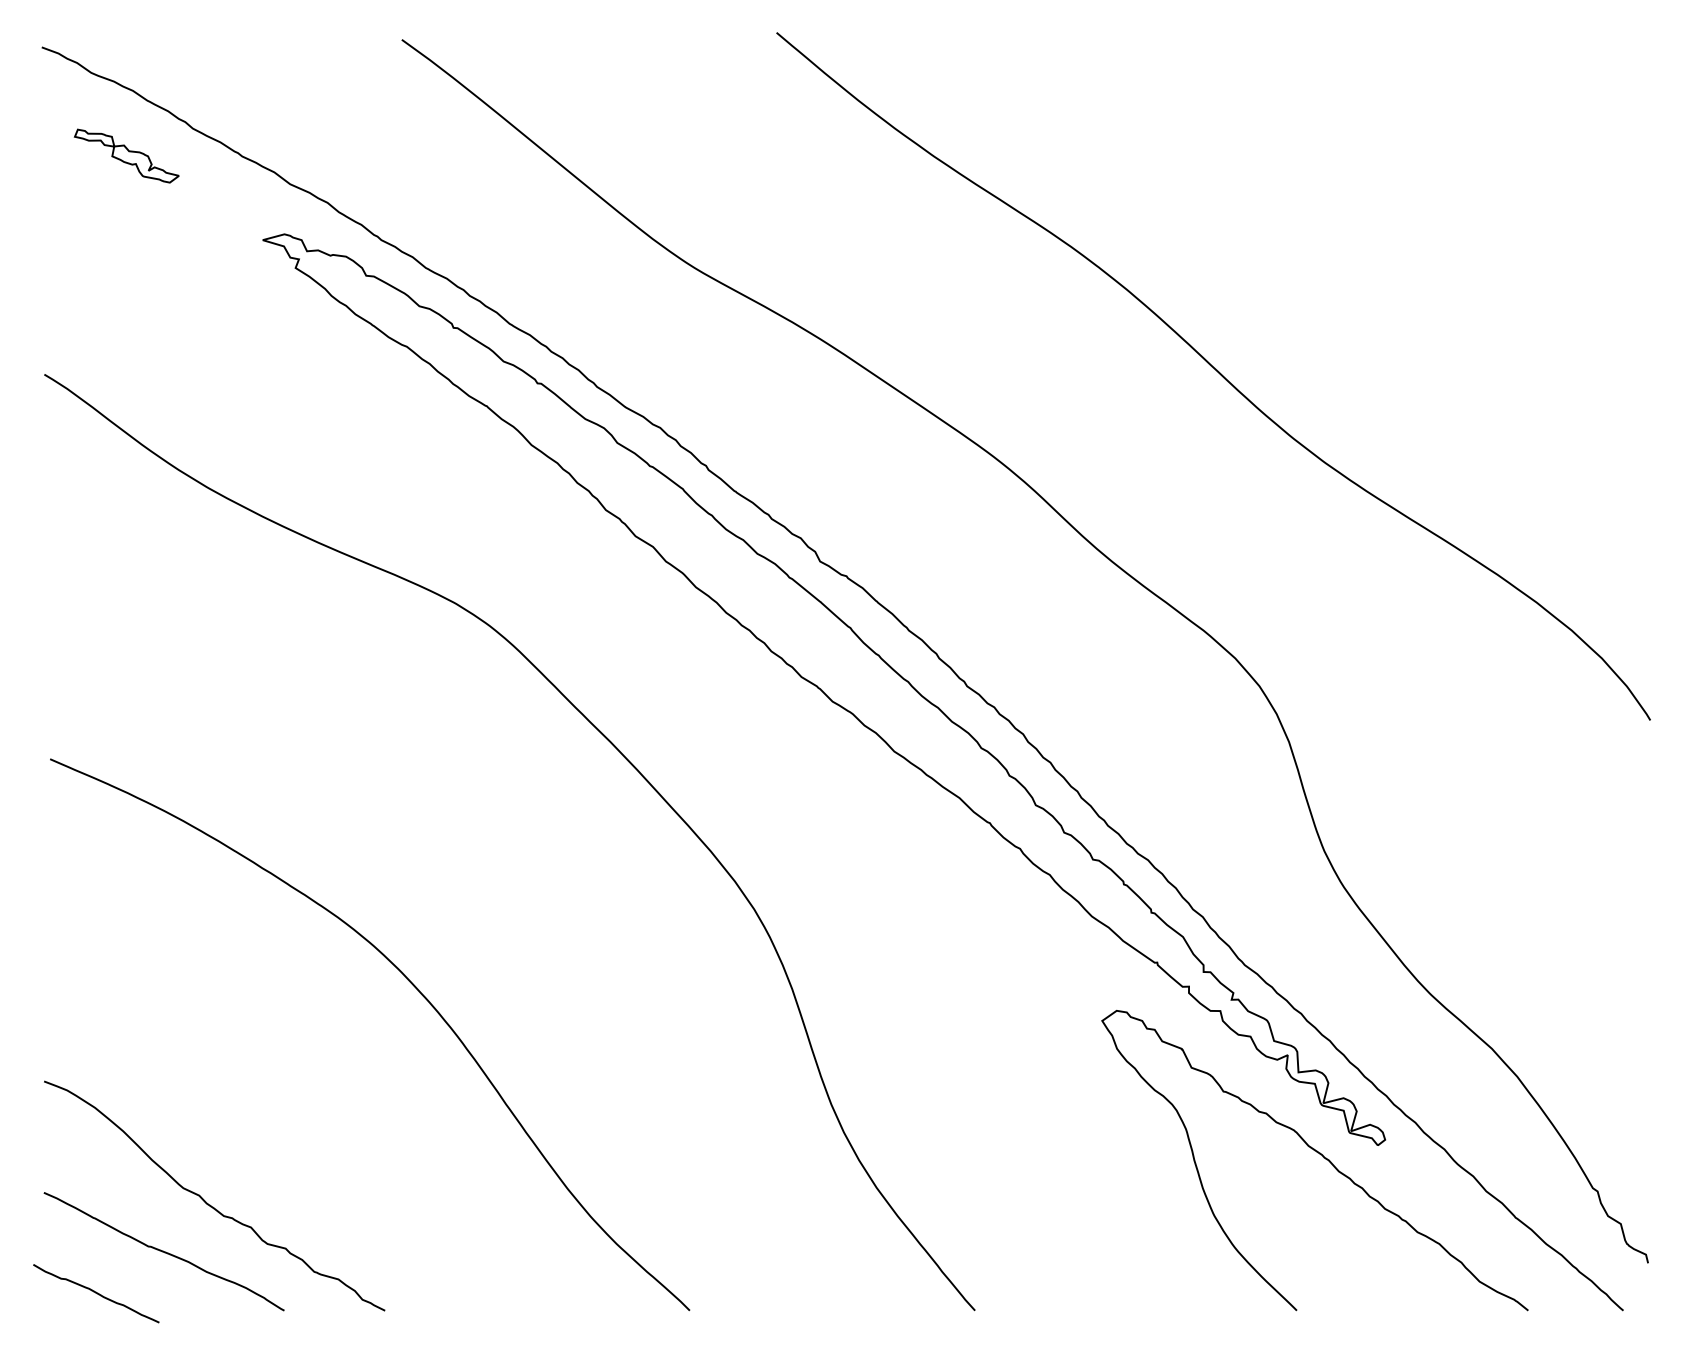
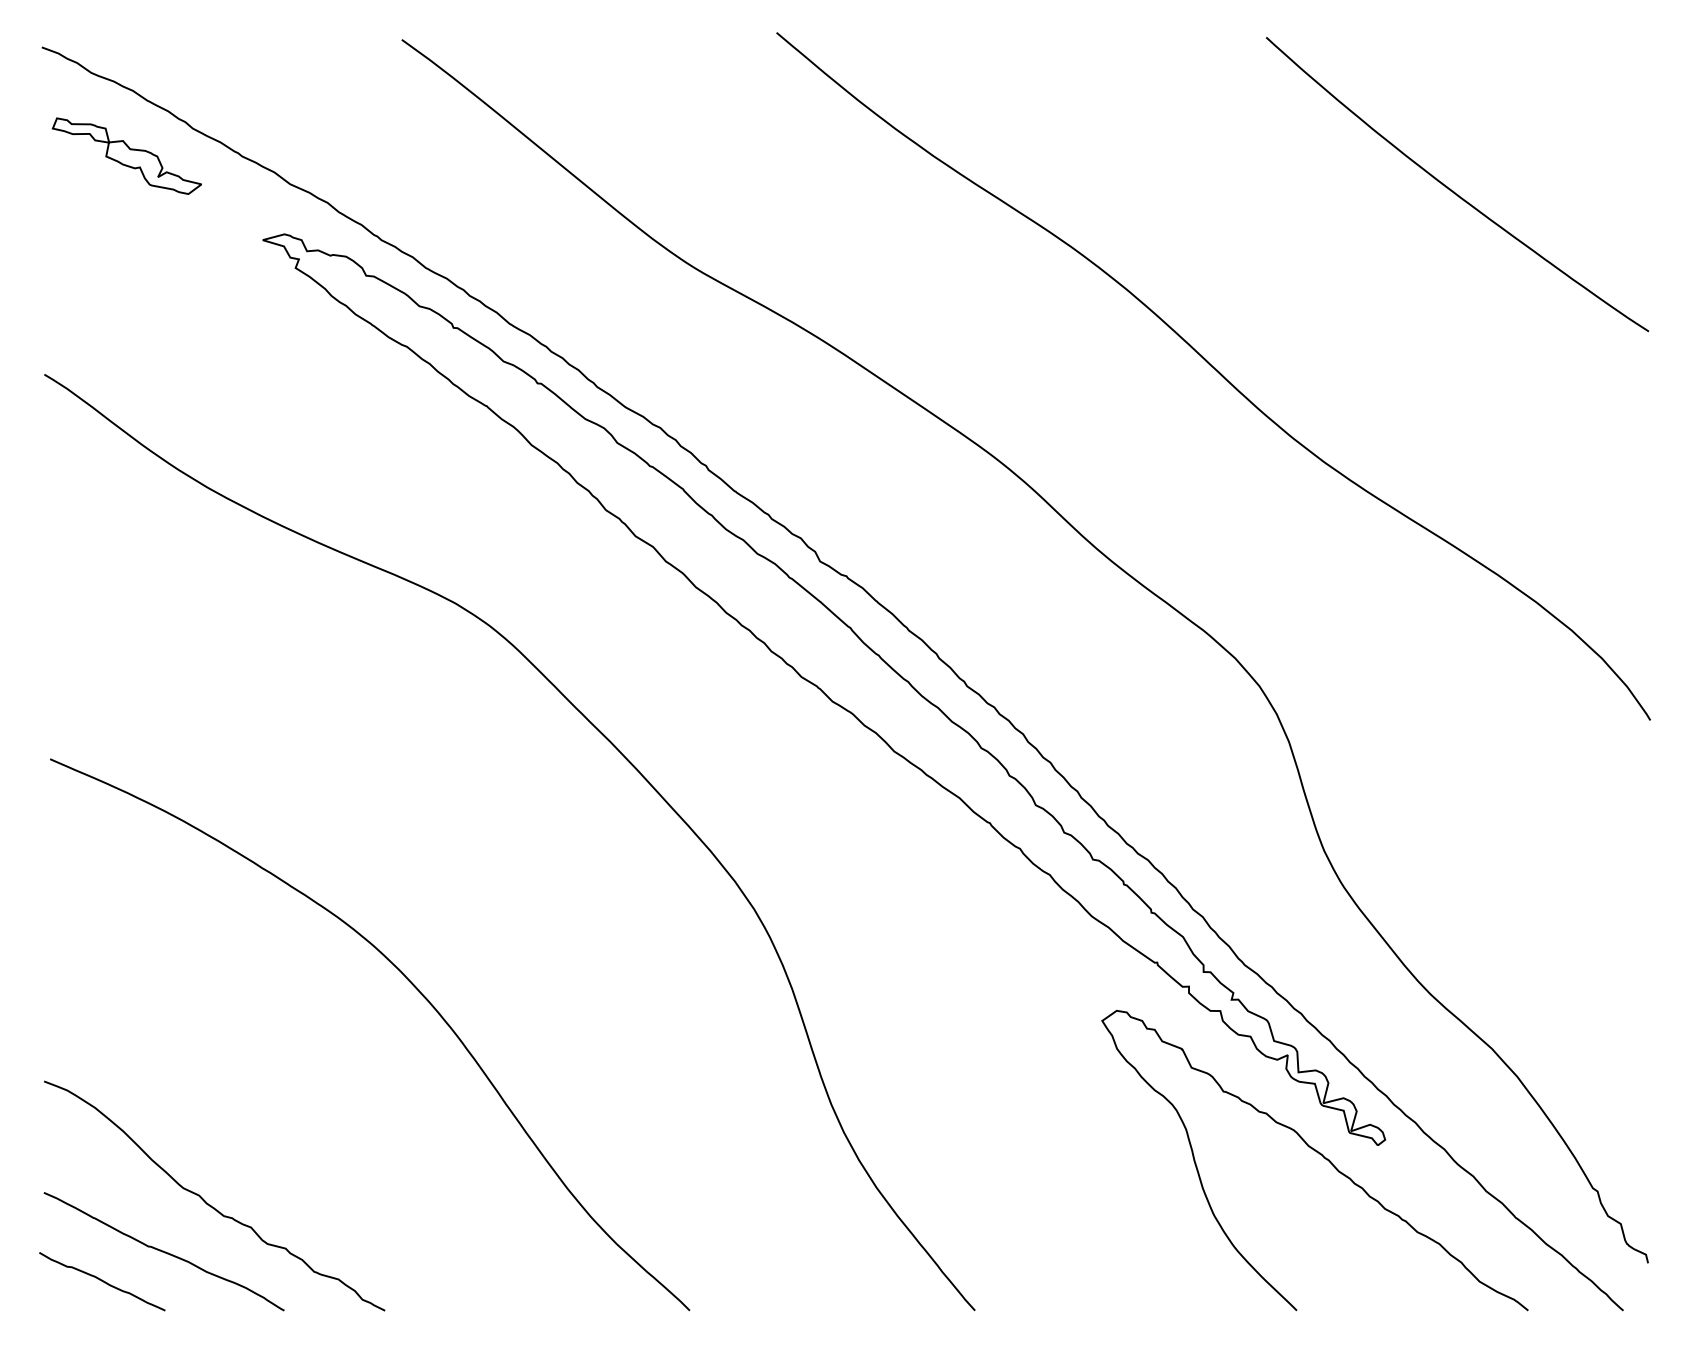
part at (126, 155) size: 107x56 px -> 151x78 px
curve at (1454, 191): none -> present
curve at (96, 1293) position: (96, 1293) -> (102, 1281)
